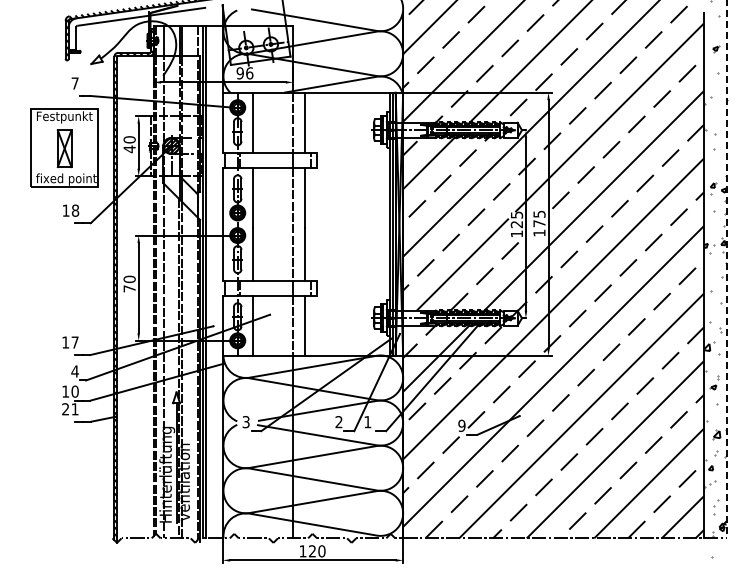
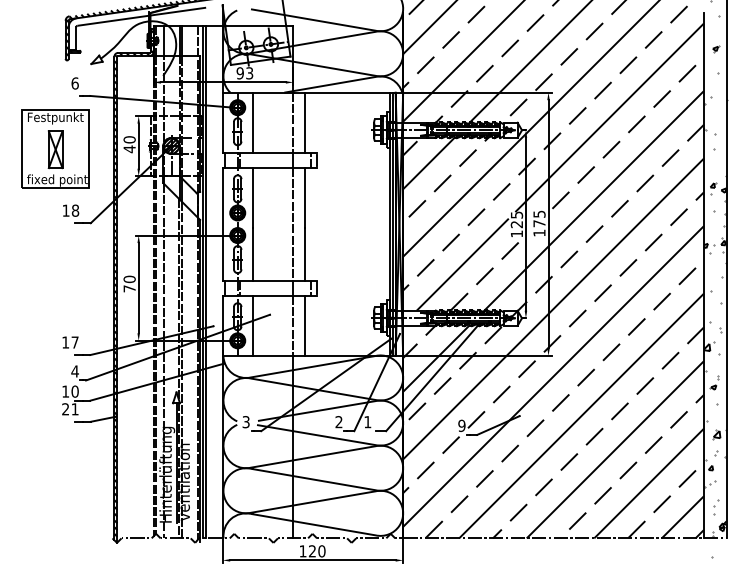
text at (249, 73): 96 -> 93
text at (74, 83): 7 -> 6
part at (64, 147) position: (64, 147) -> (55, 148)
line at (726, 269): dashed -> solid
